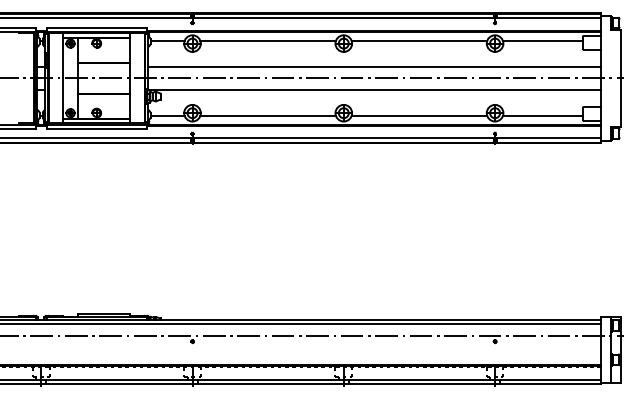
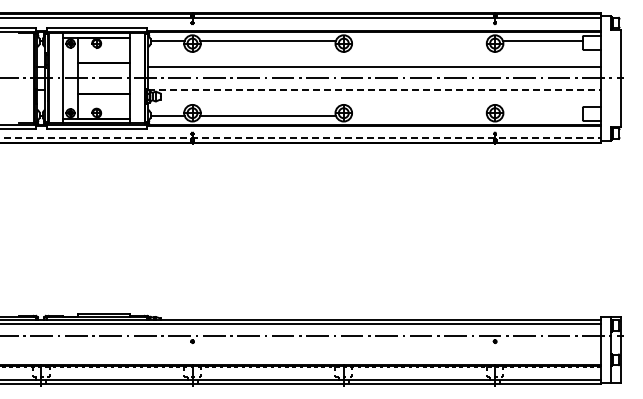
line at (419, 40): present -> none
line at (375, 89): solid -> dashed
line at (419, 115): present -> none
line at (542, 115): present -> none
line at (301, 138): solid -> dashed
